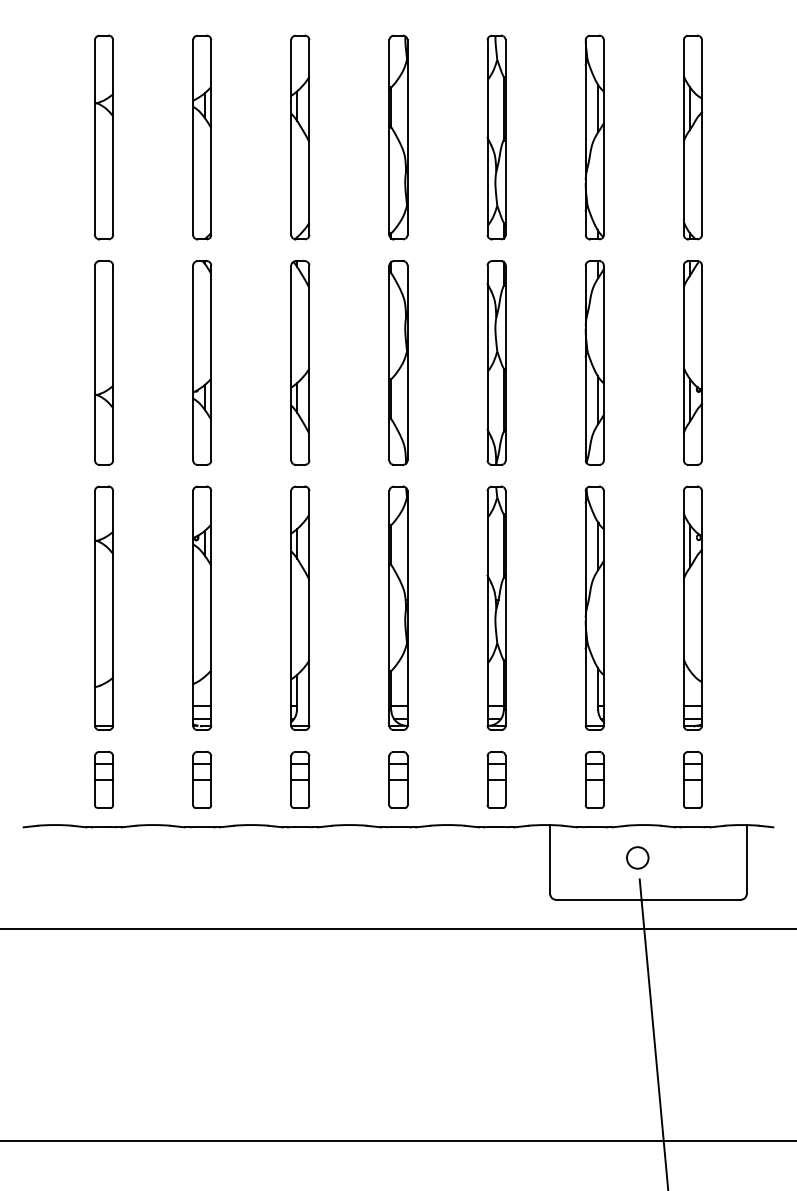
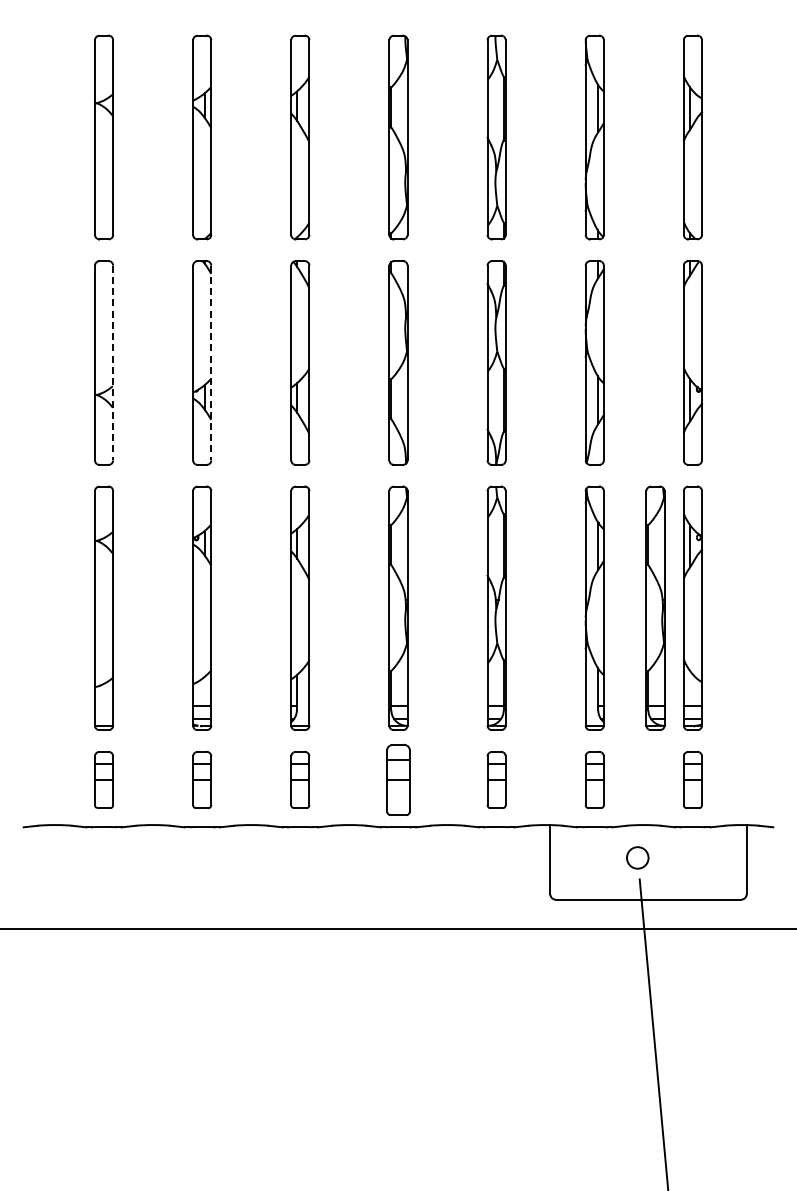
line at (113, 363): solid -> dashed
line at (211, 363): solid -> dashed
part at (655, 607): none -> present
part at (398, 779) size: 21x58 px -> 25x73 px
line at (397, 1140): present -> none
